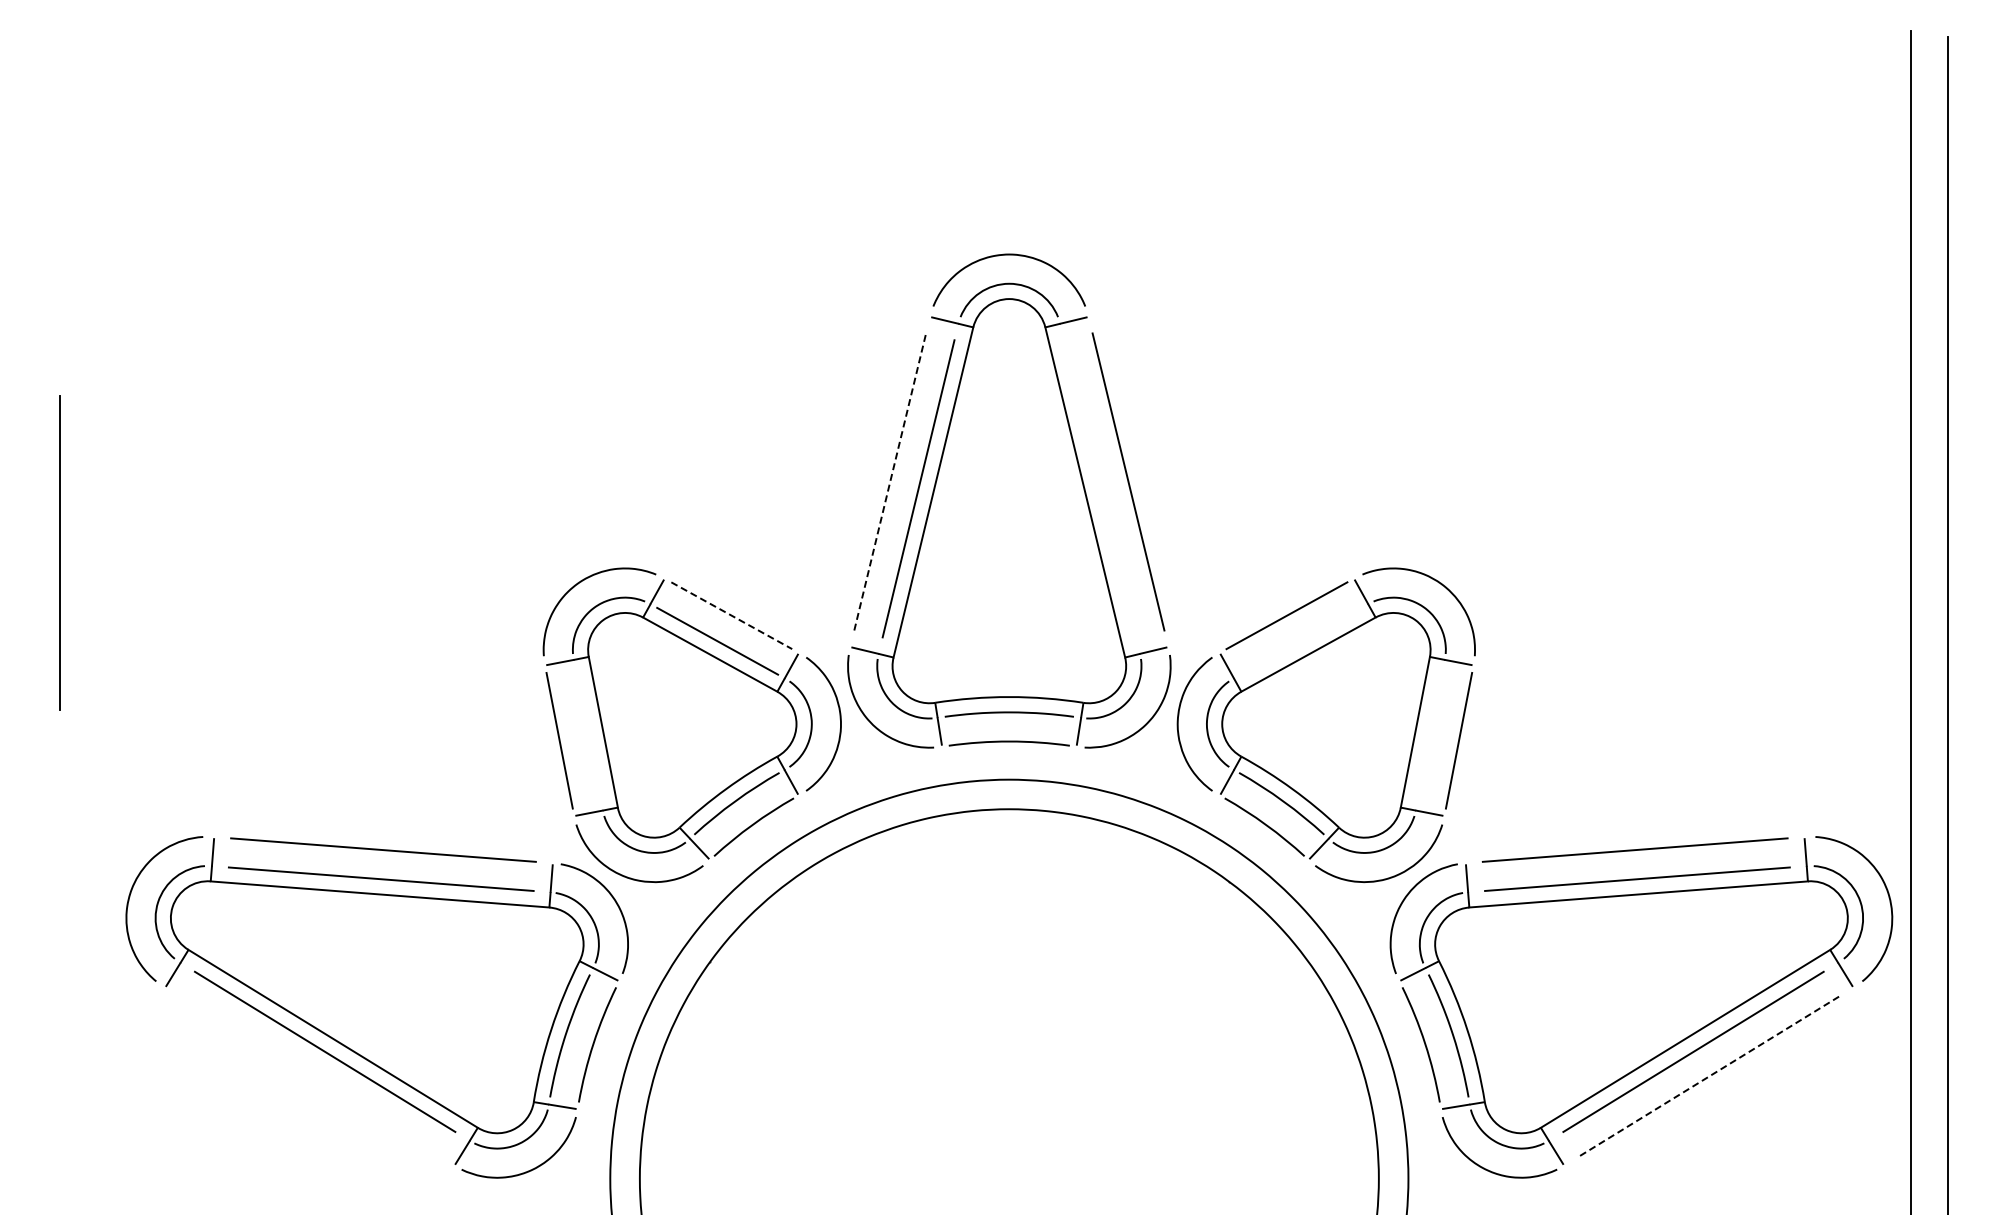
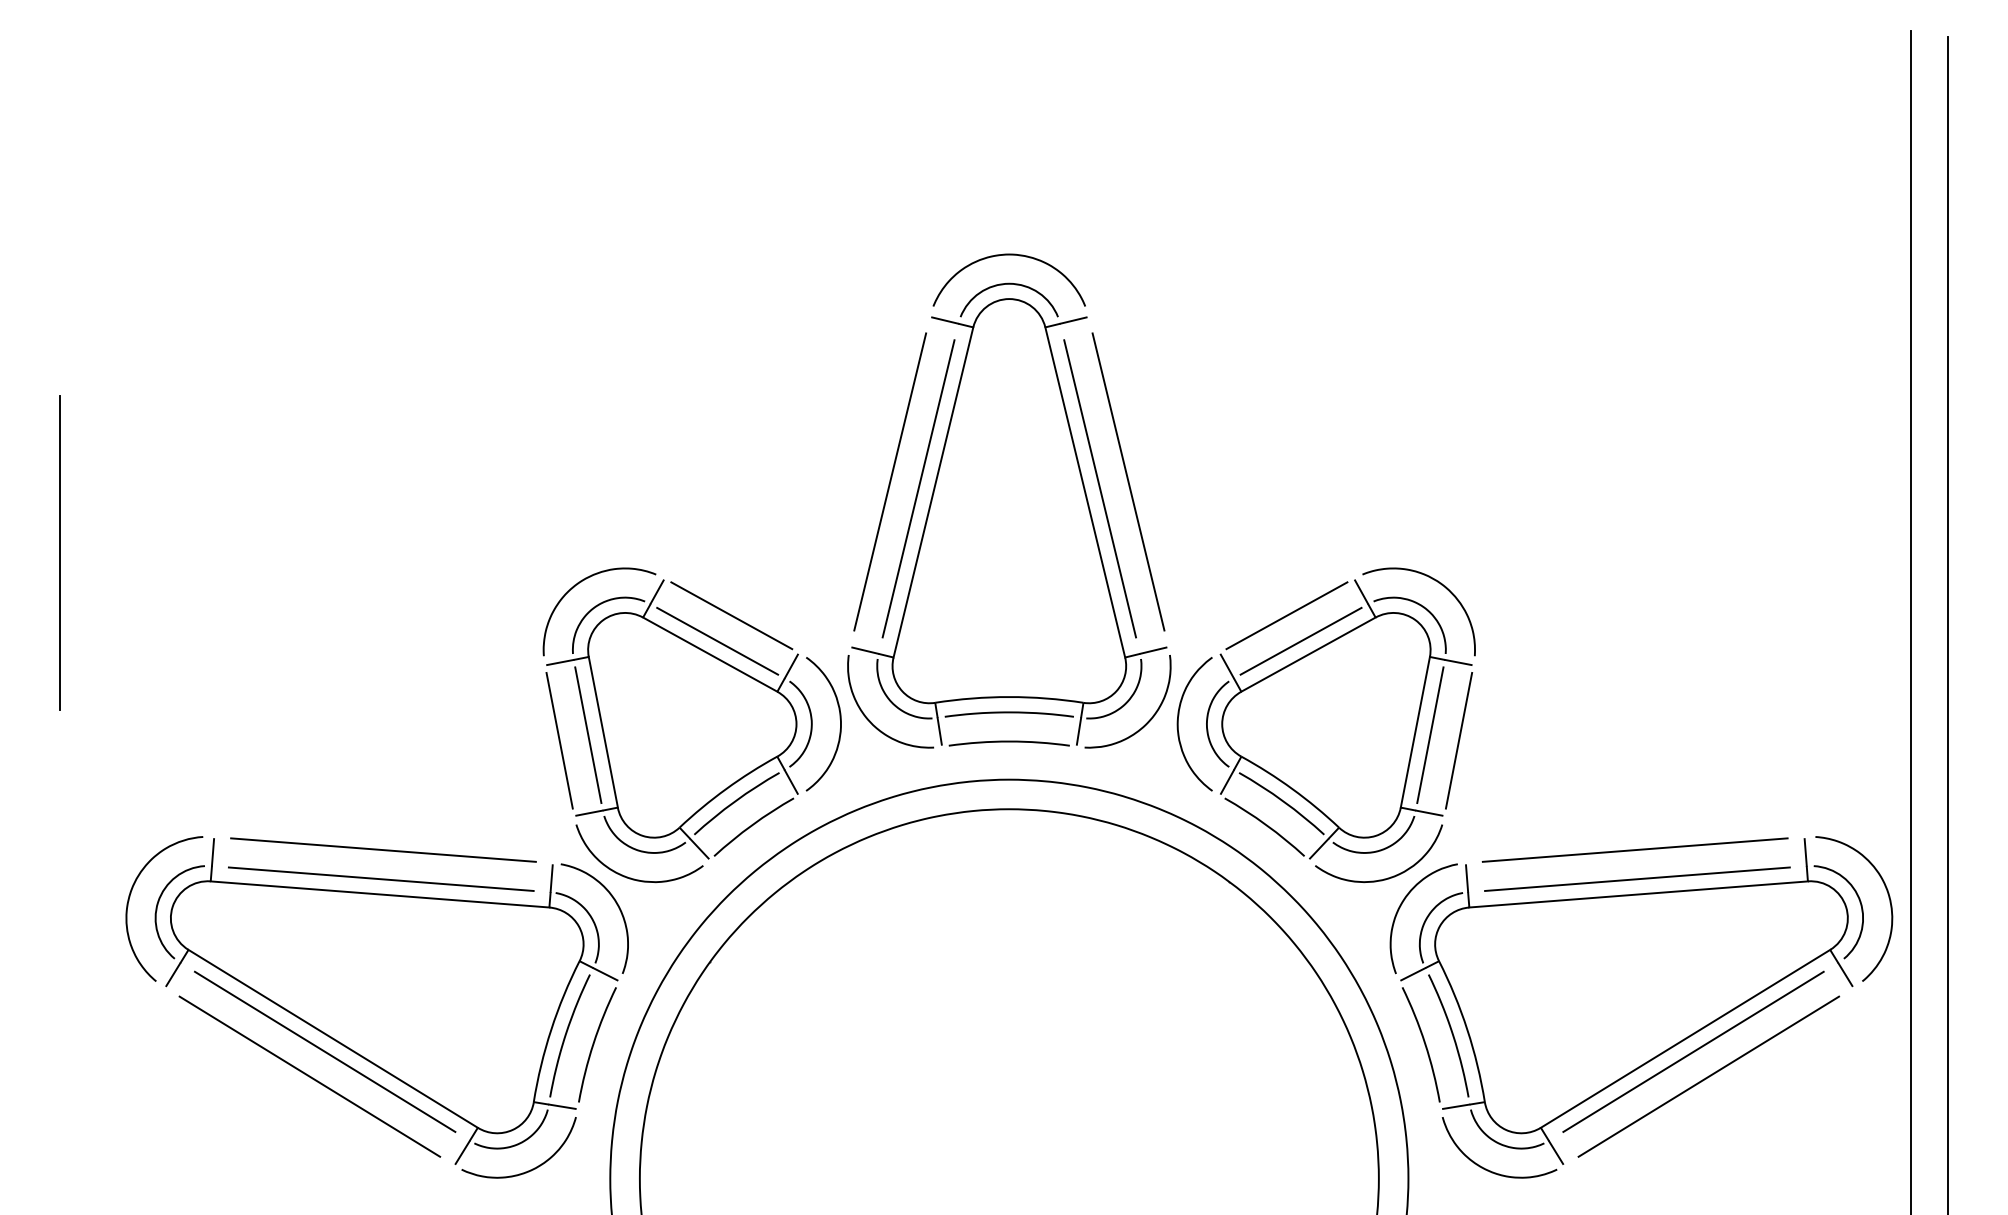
line at (890, 481): dashed -> solid
line at (1100, 488): none -> present
line at (732, 615): dashed -> solid
line at (1300, 640): none -> present
line at (588, 735): none -> present
line at (1430, 735): none -> present
line at (309, 1076): none -> present
line at (1708, 1076): dashed -> solid
